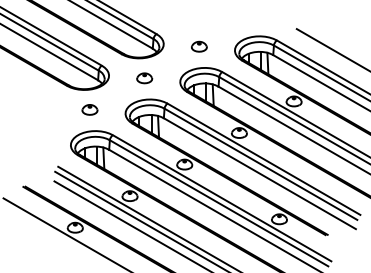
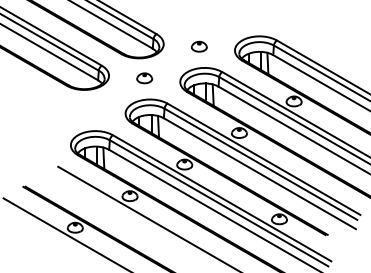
line at (331, 49): present -> none
part at (89, 109): present -> none
line at (140, 220): present -> none
line at (130, 225): present -> none
